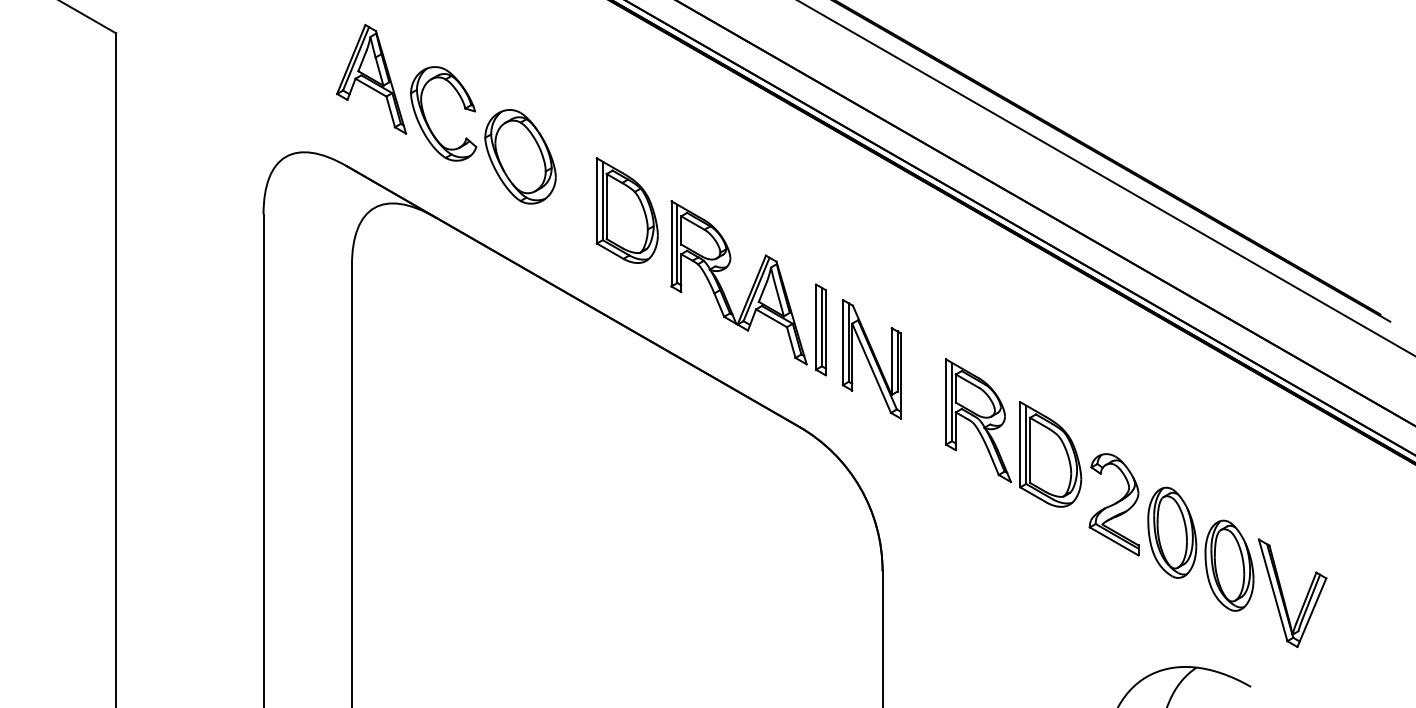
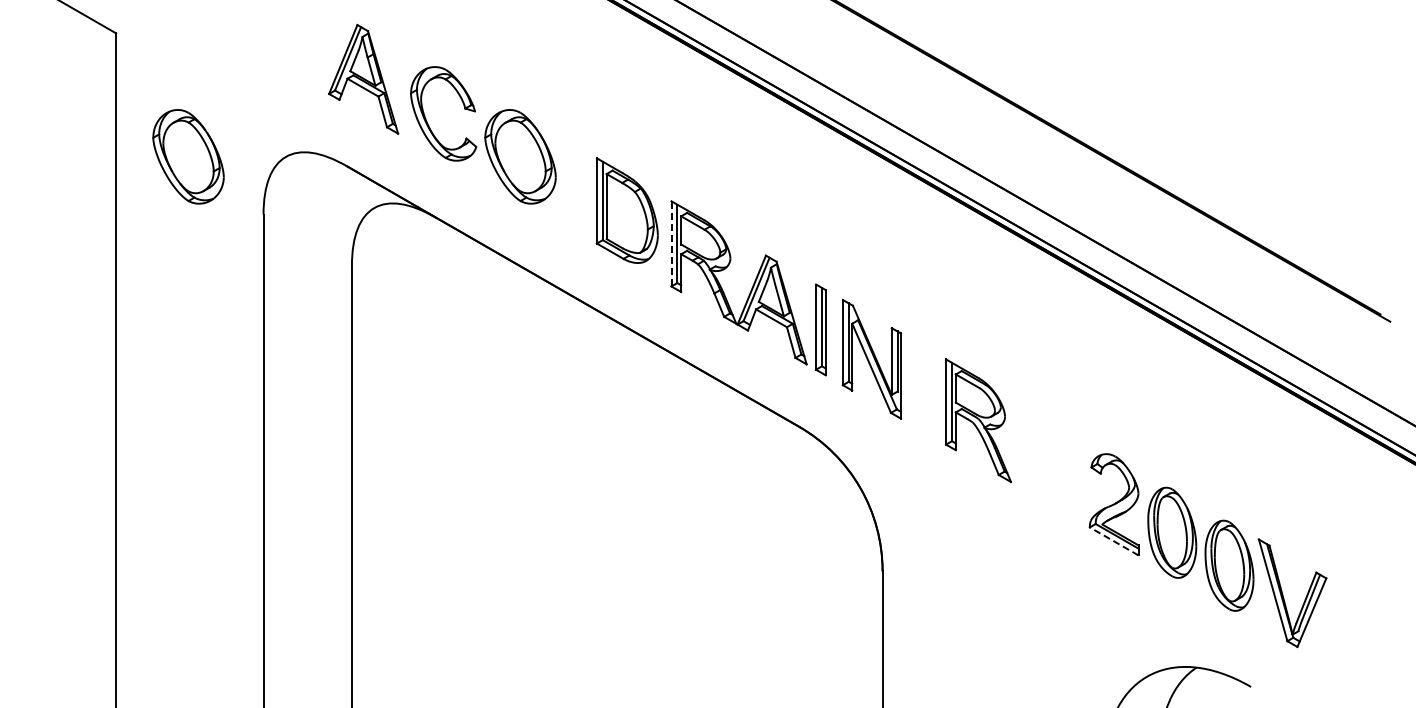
part at (371, 79) position: (371, 79) -> (363, 79)
part at (188, 156): none -> present
line at (1106, 178): present -> none
line at (671, 243): solid -> dashed
part at (1050, 454): present -> none
line at (1113, 541): solid -> dashed
